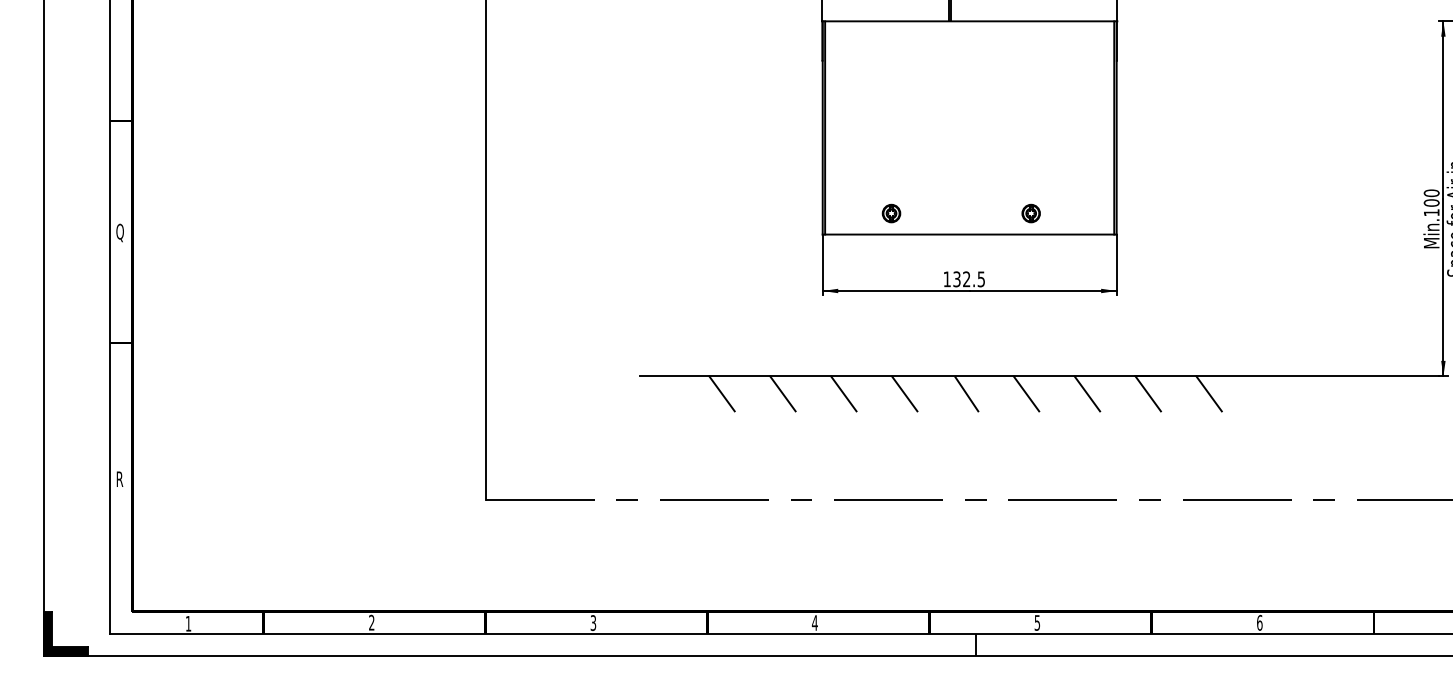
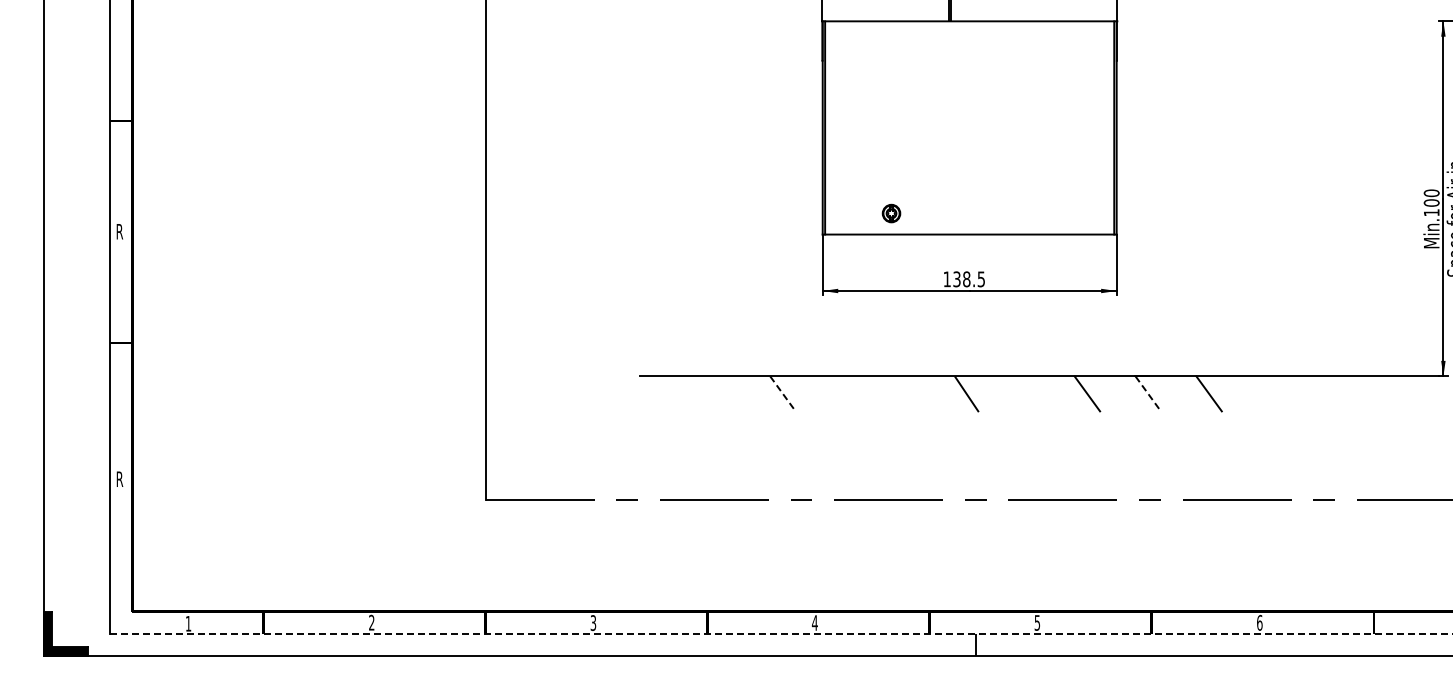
part at (1030, 213): present -> none
text at (119, 232): Q -> R
text at (966, 279): 132.5 -> 138.5
line at (721, 393): present -> none
line at (782, 393): solid -> dashed
line at (843, 393): present -> none
line at (904, 393): present -> none
line at (1026, 393): present -> none
line at (1148, 393): solid -> dashed
line at (781, 633): solid -> dashed
